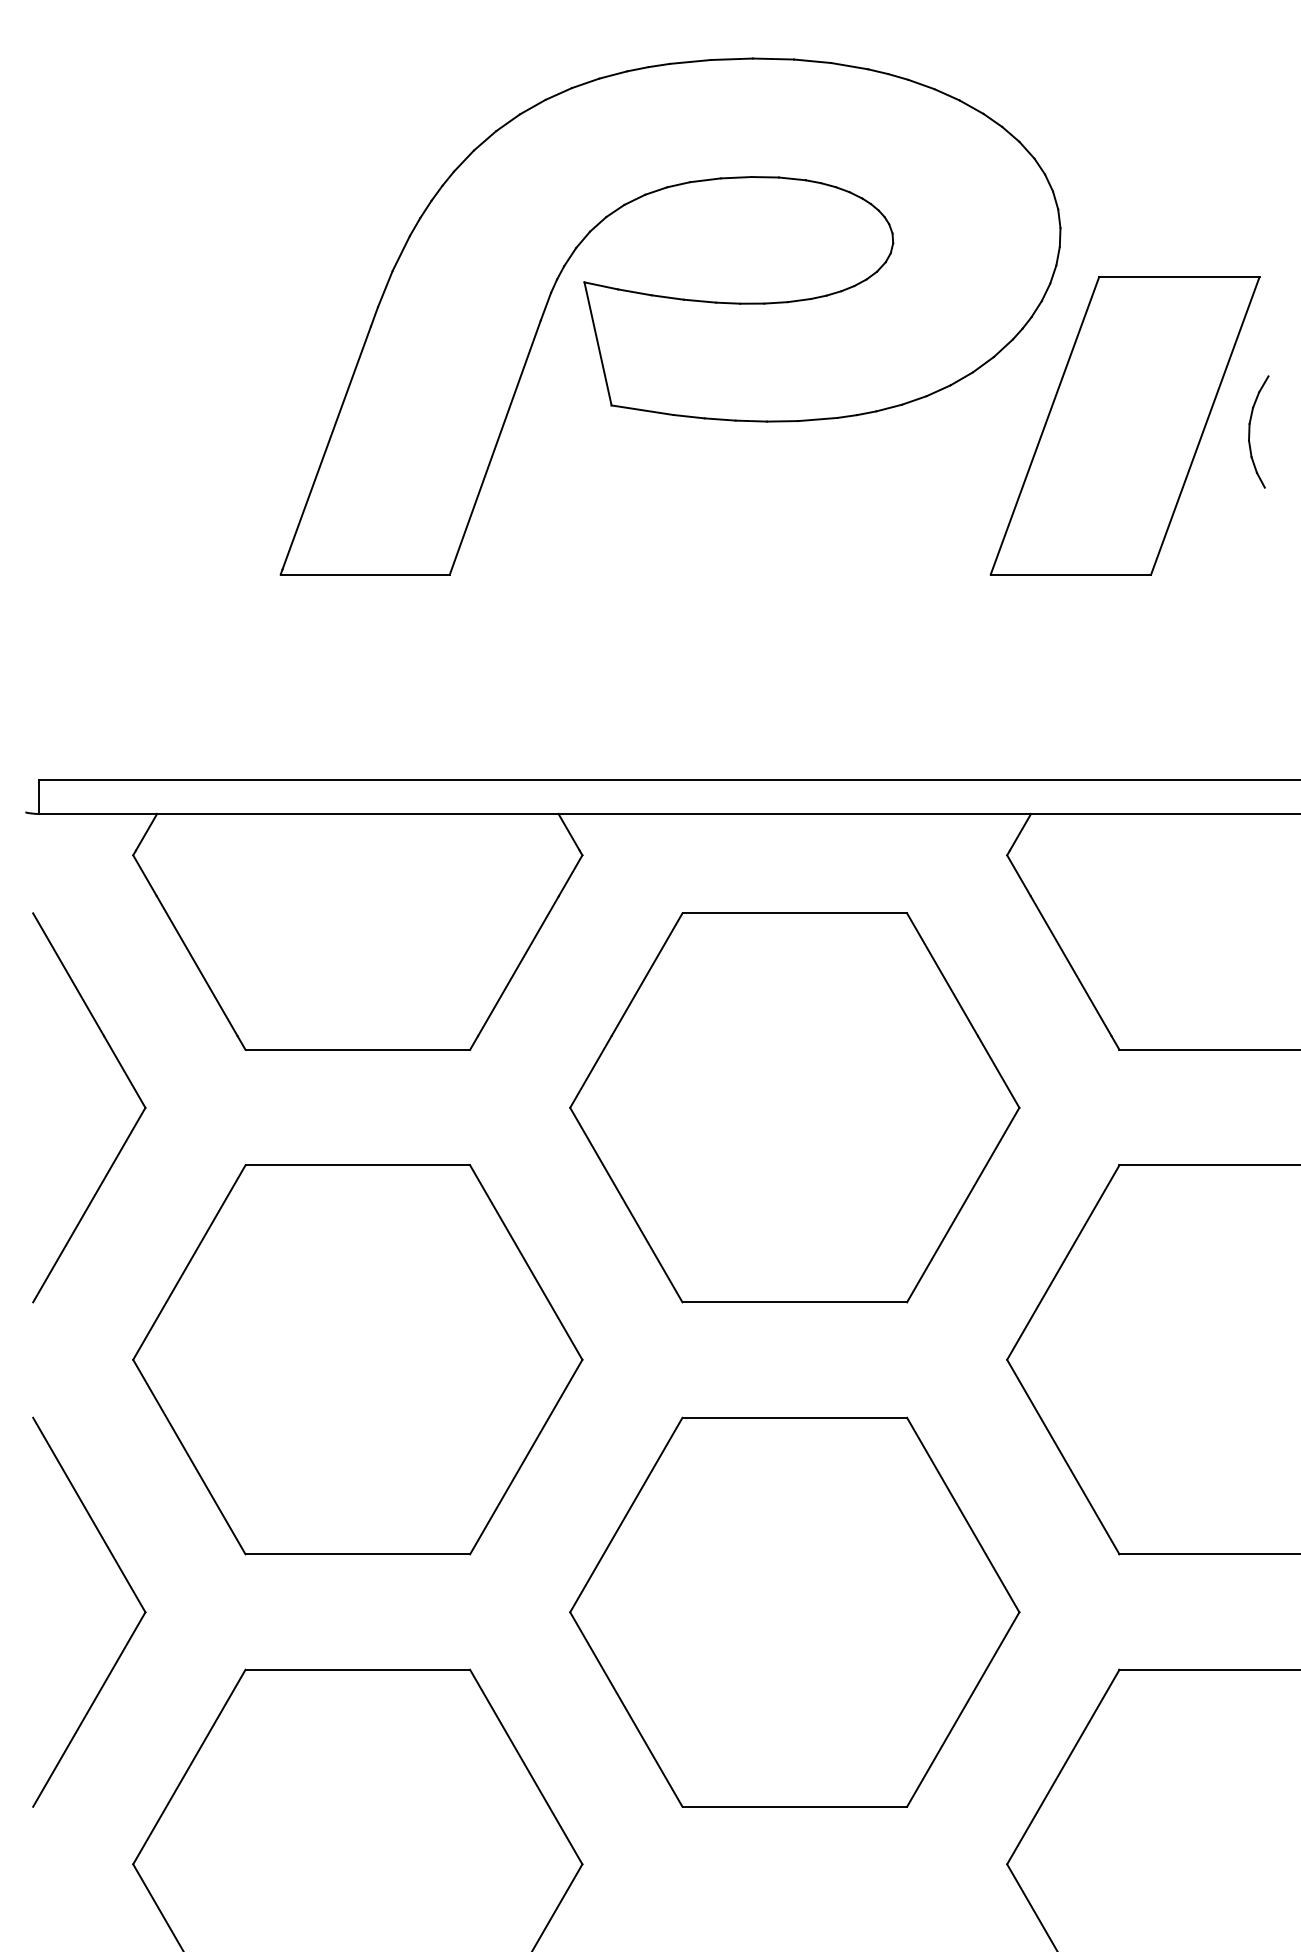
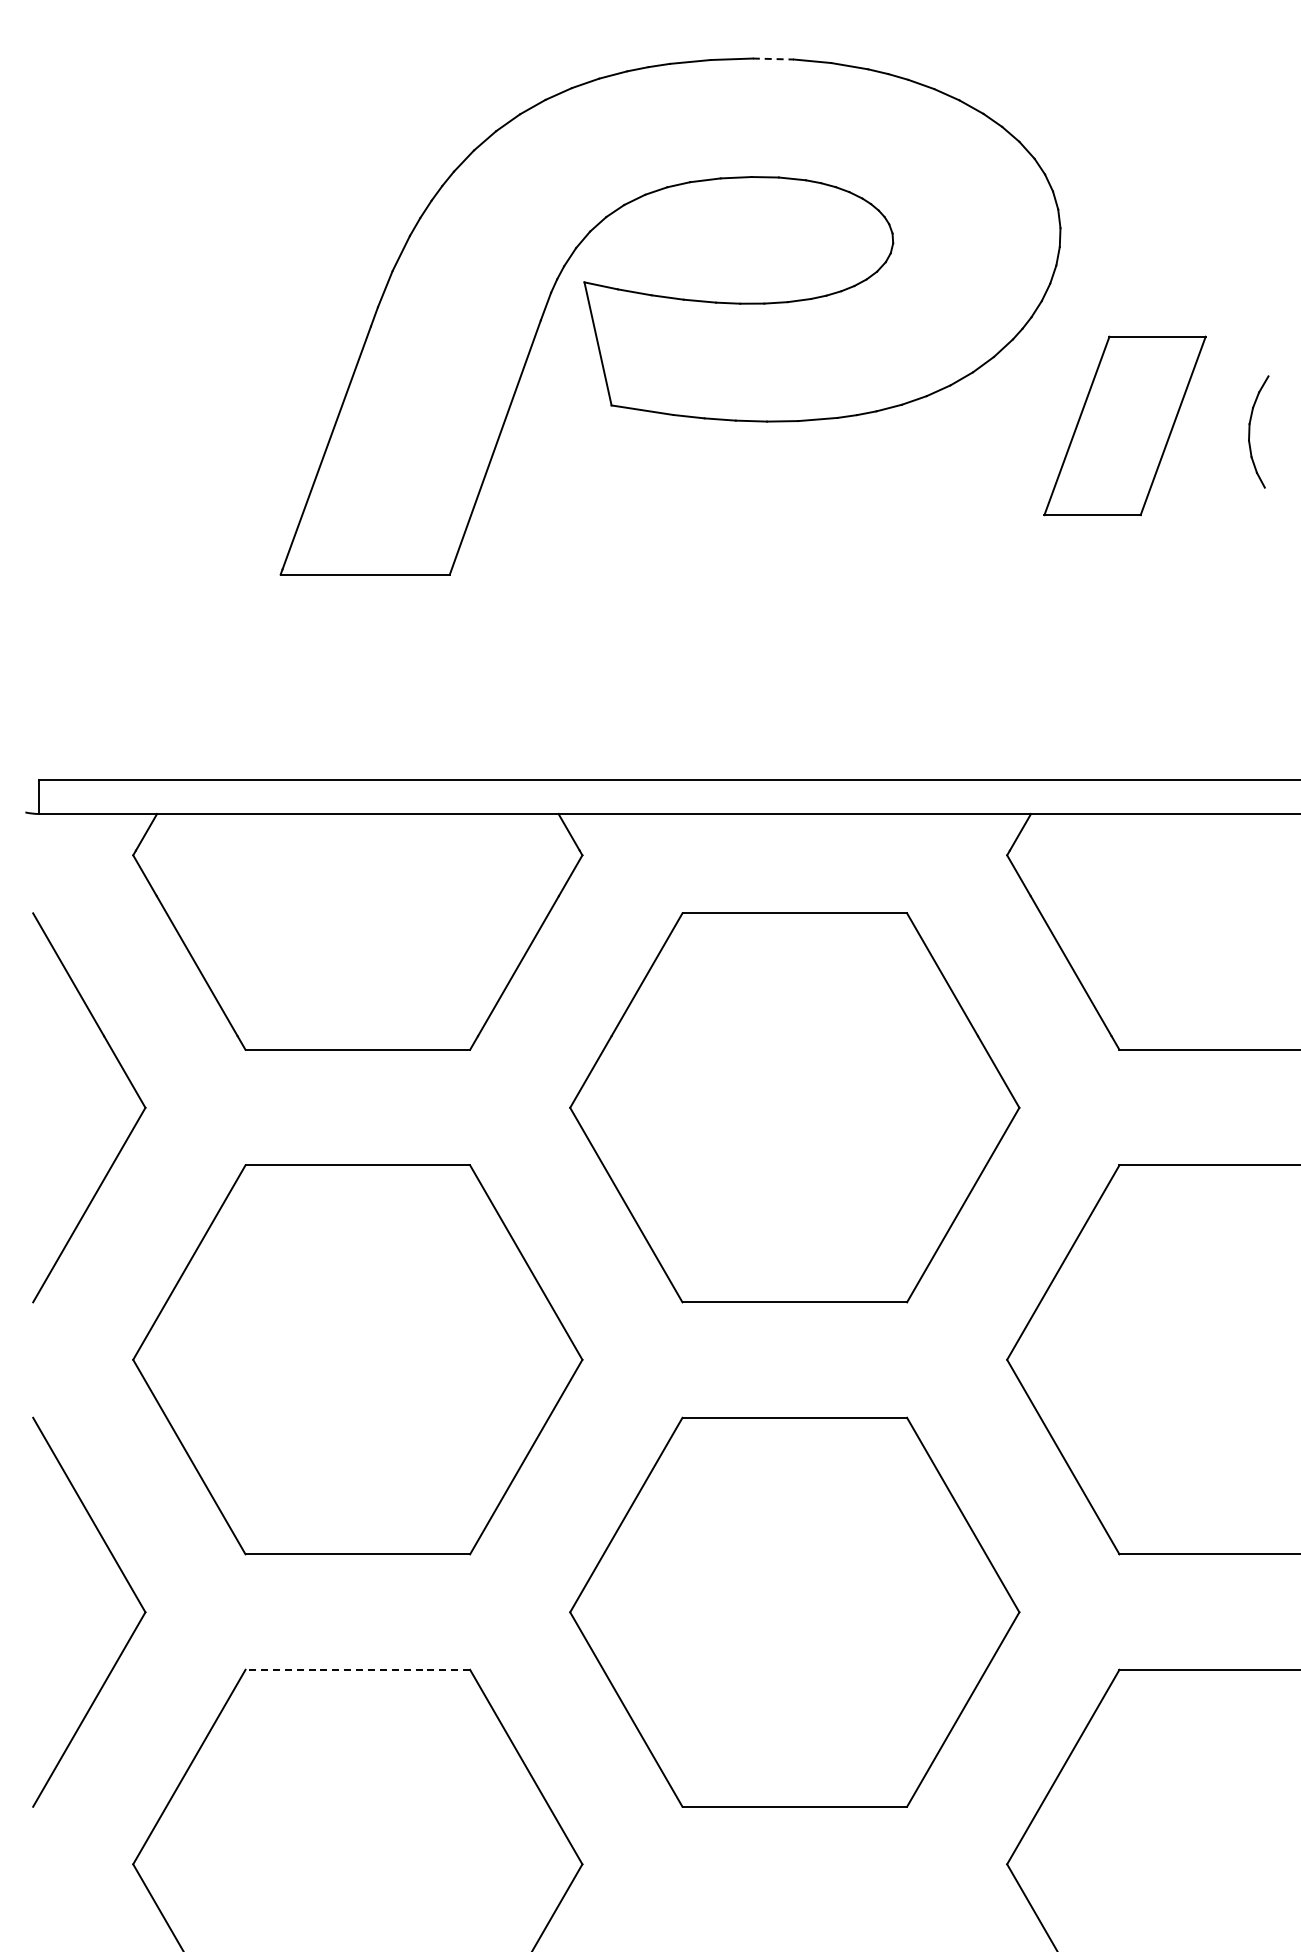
line at (773, 59): solid -> dashed
part at (1124, 425) size: 272x300 px -> 164x182 px
line at (357, 1669): solid -> dashed
